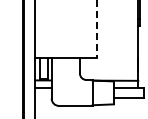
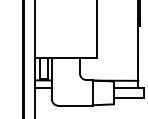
line at (96, 29): dashed -> solid
